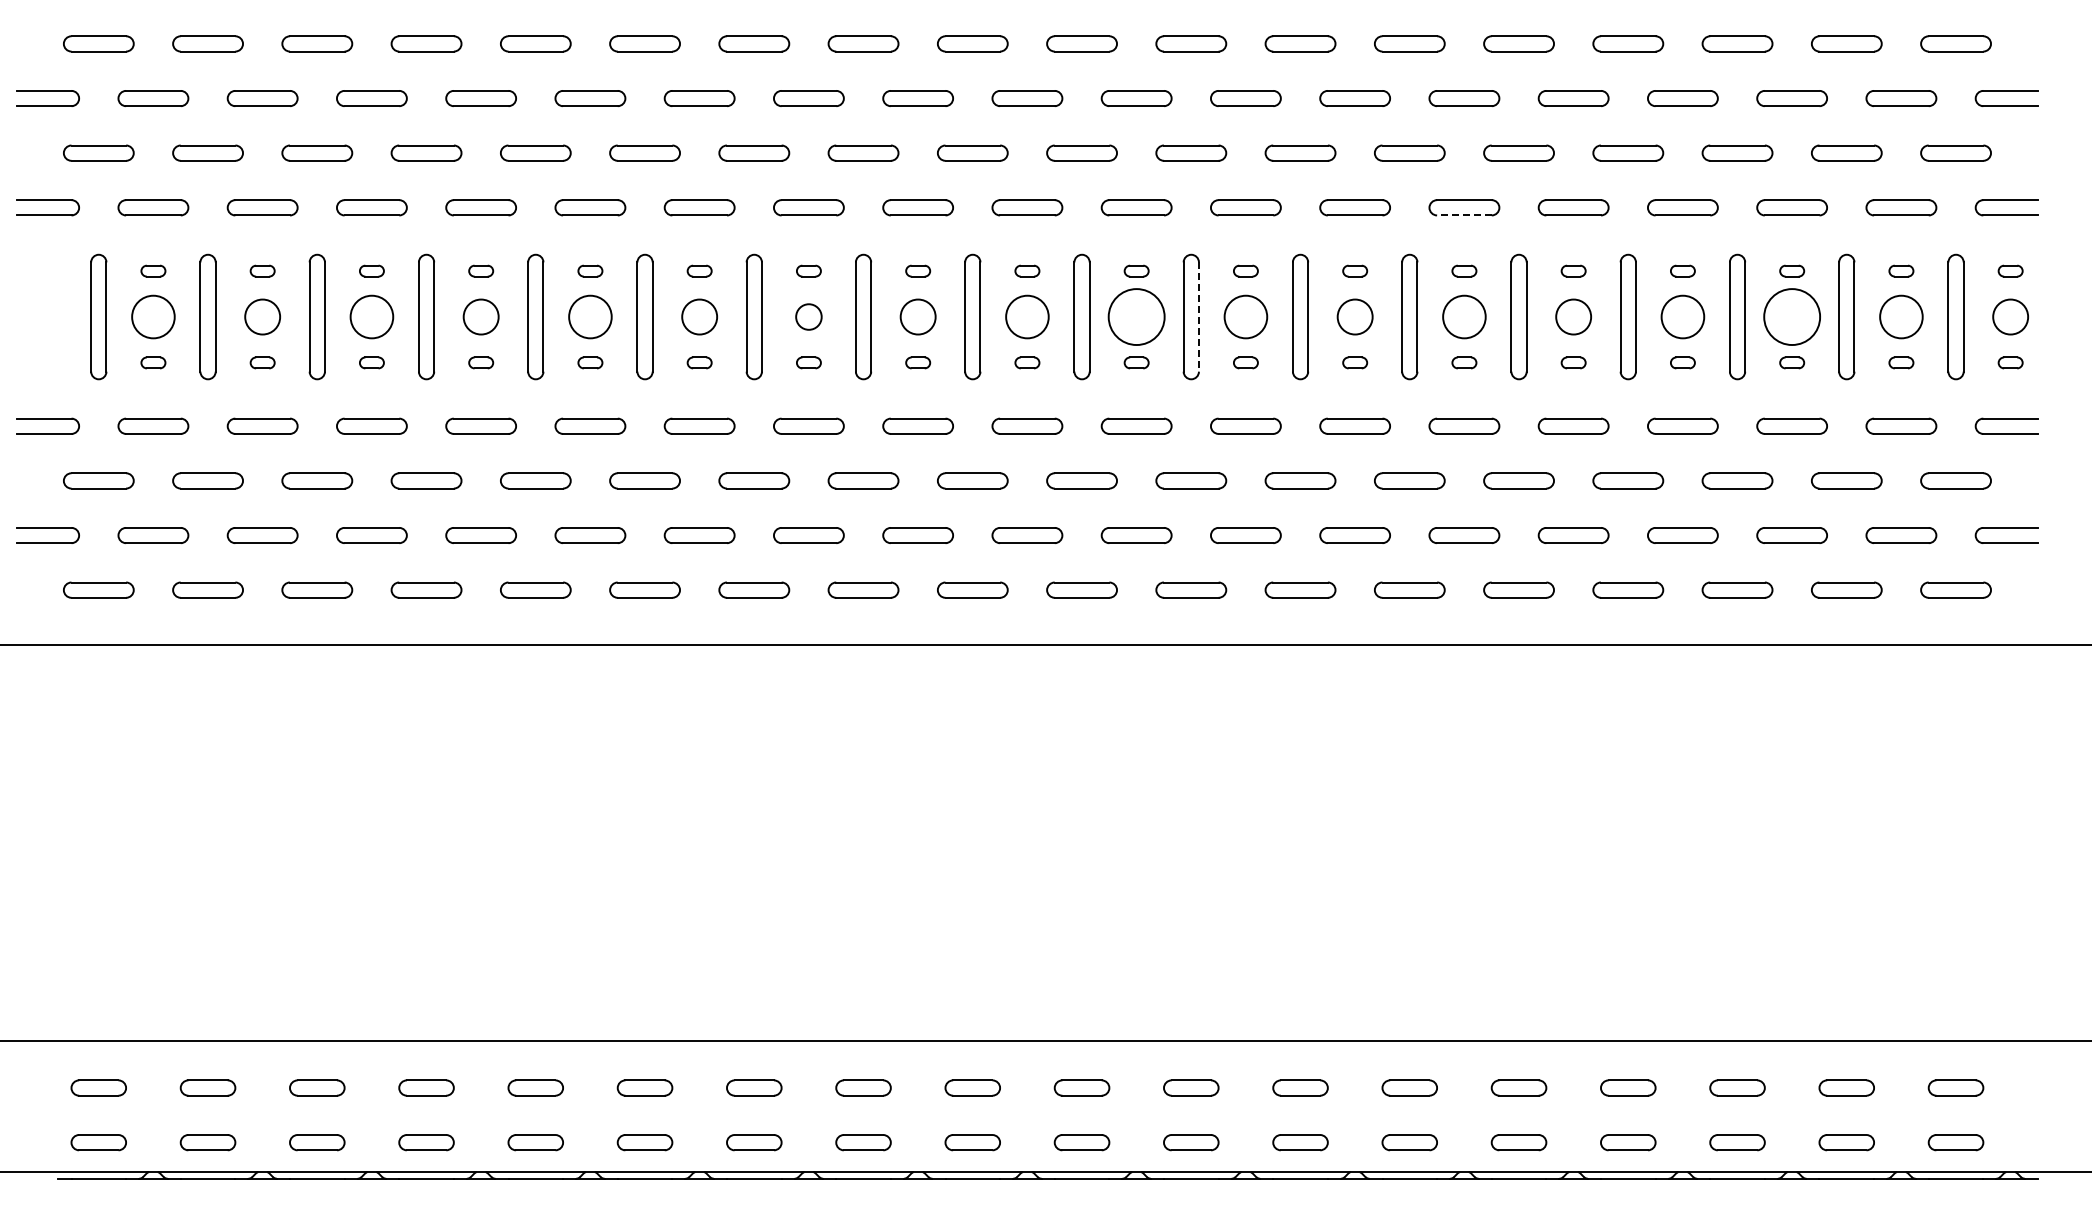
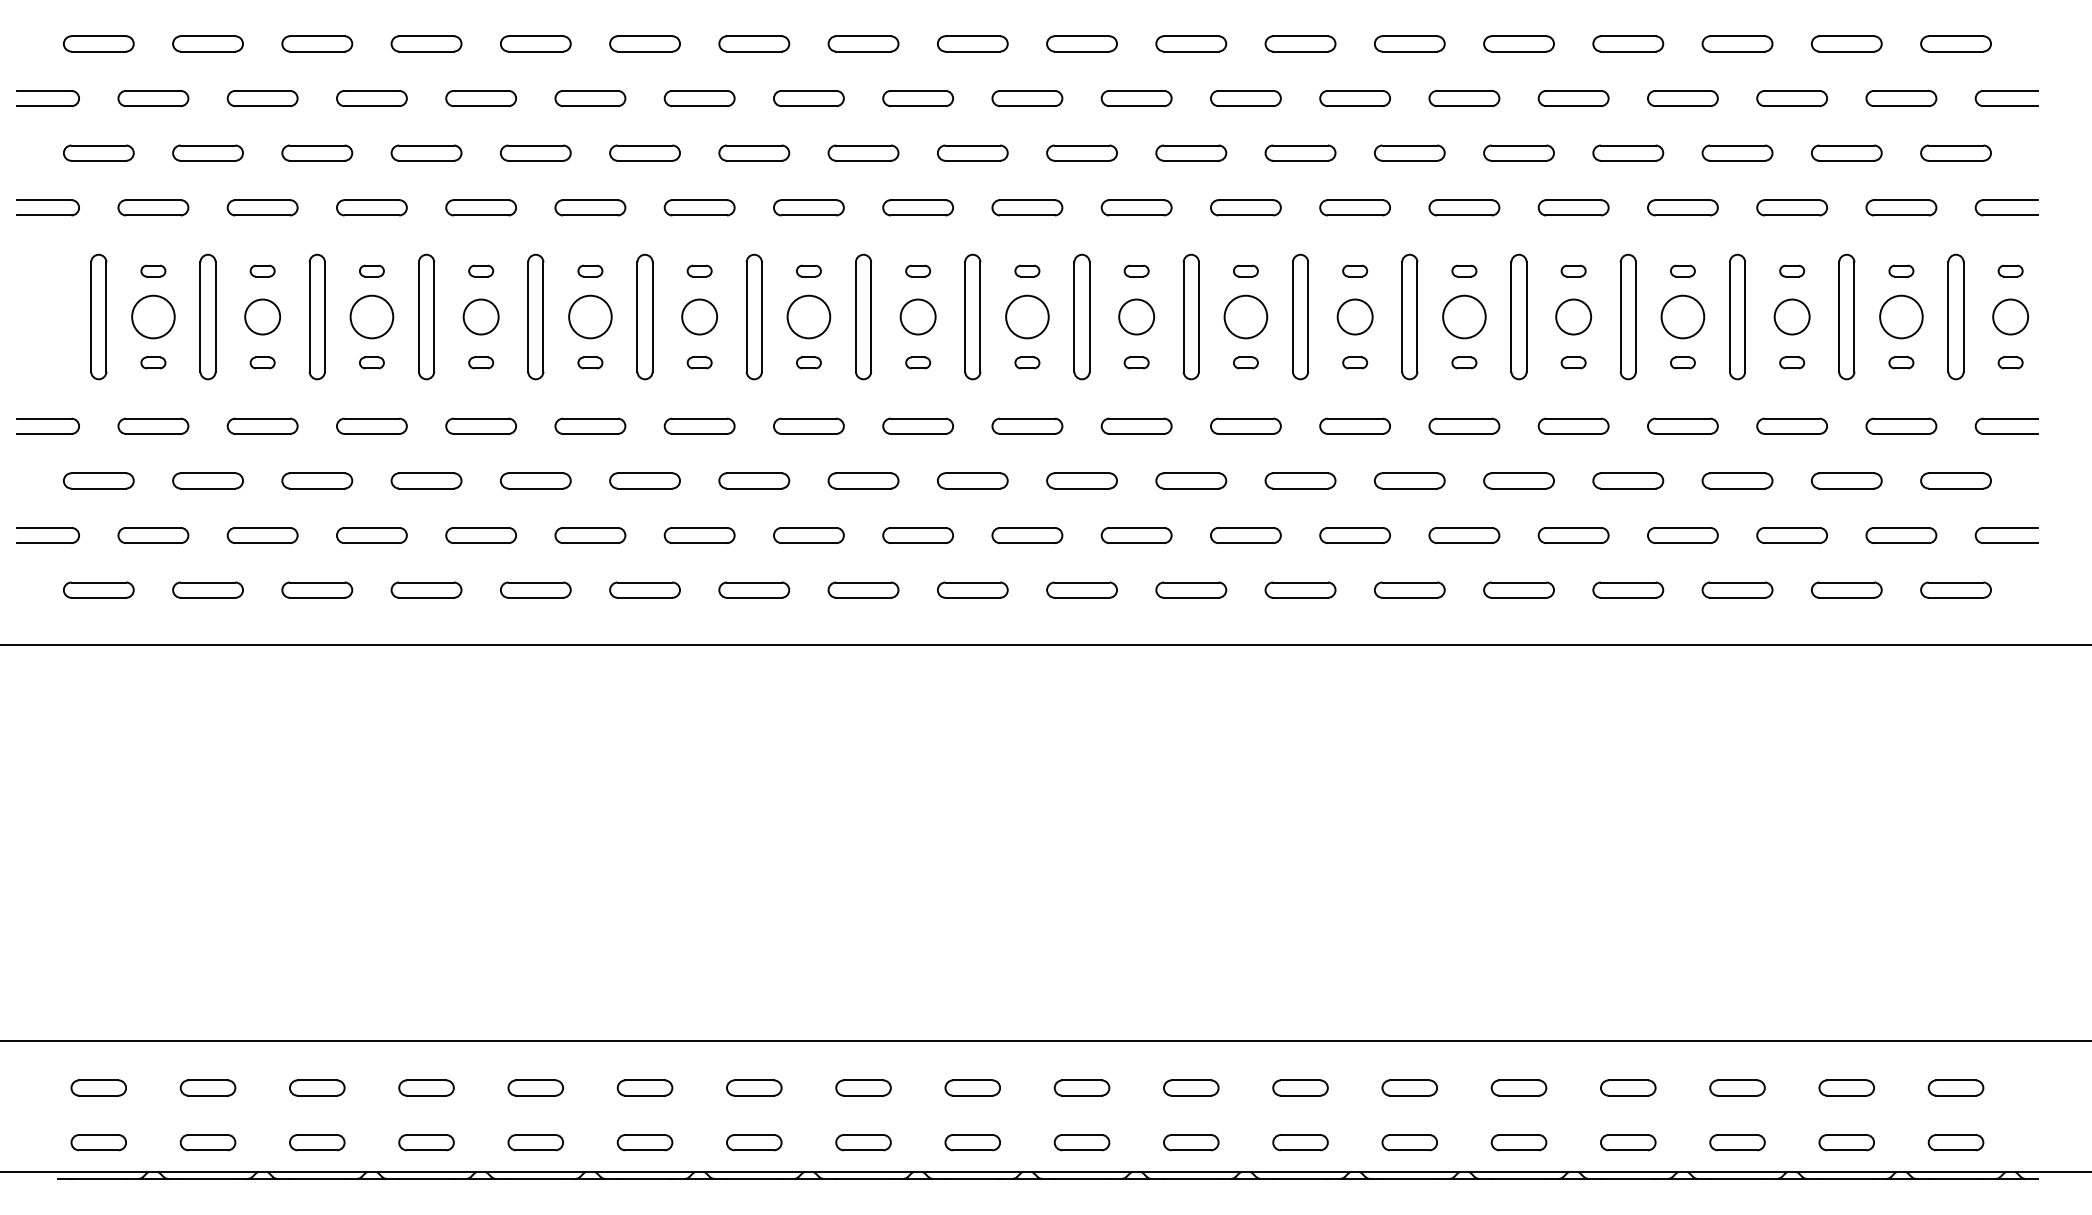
line at (1463, 215): dashed -> solid
circle at (808, 316) diameter: 26 px -> 43 px
circle at (1136, 317) diameter: 56 px -> 35 px
line at (1198, 317): dashed -> solid
circle at (1792, 317) diameter: 56 px -> 35 px
